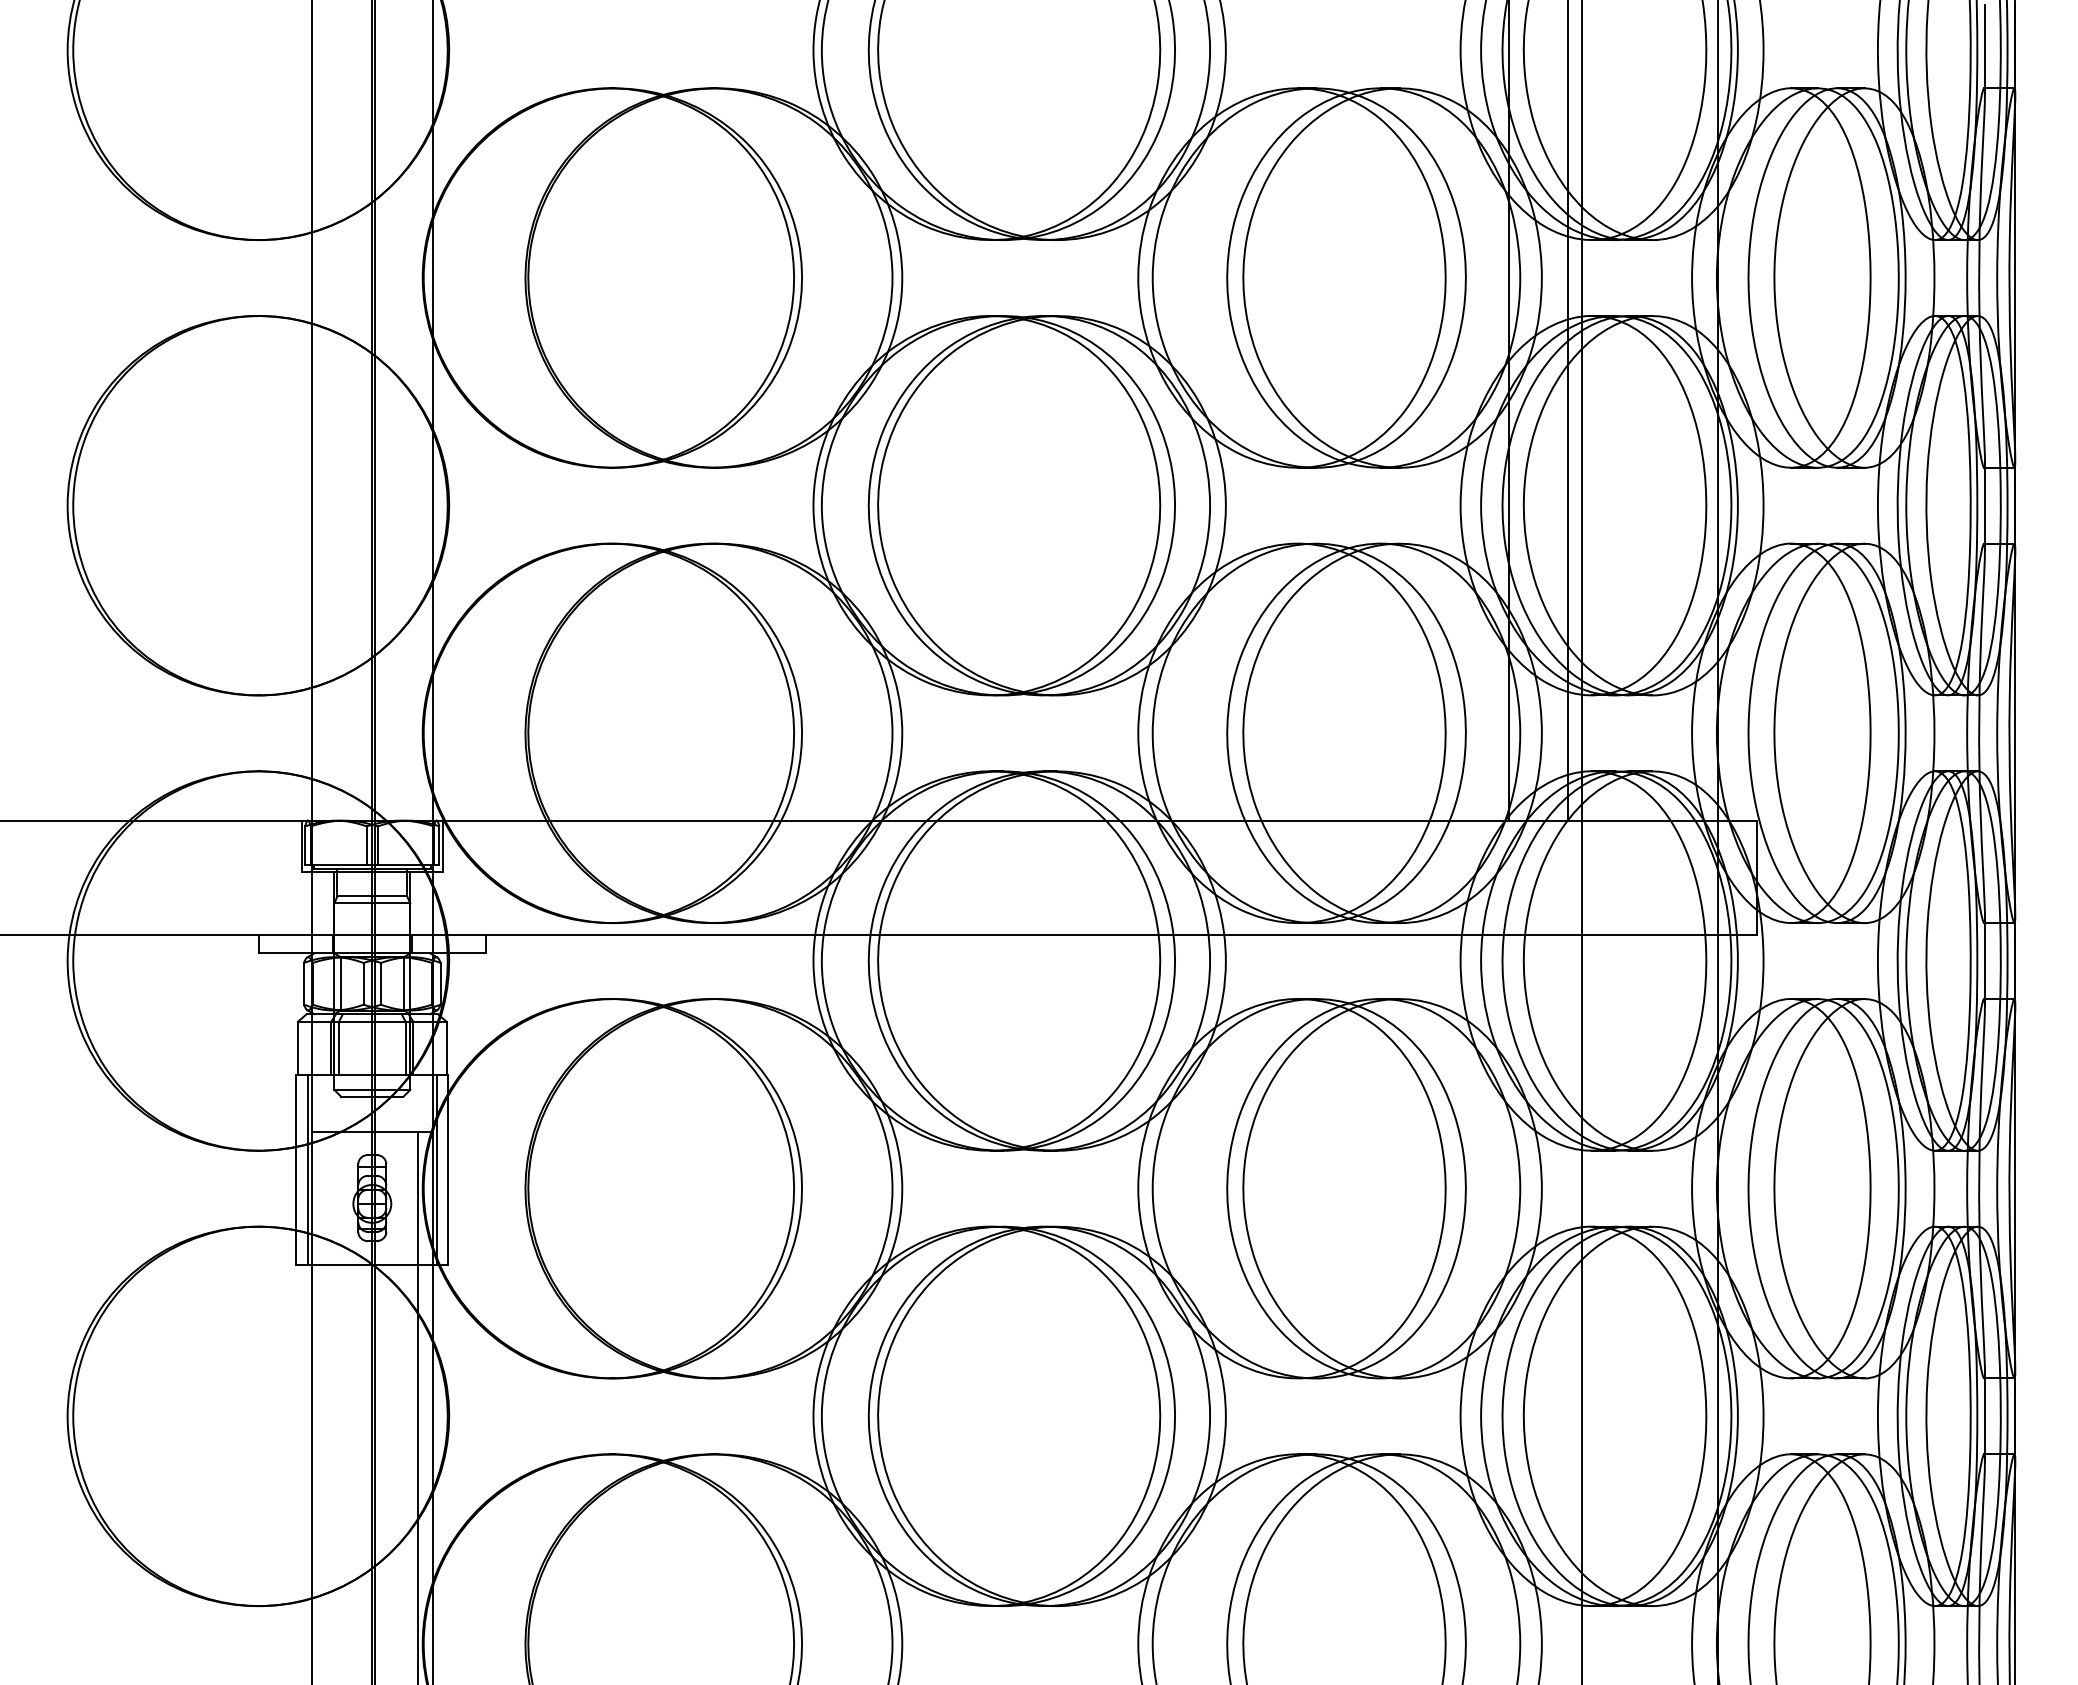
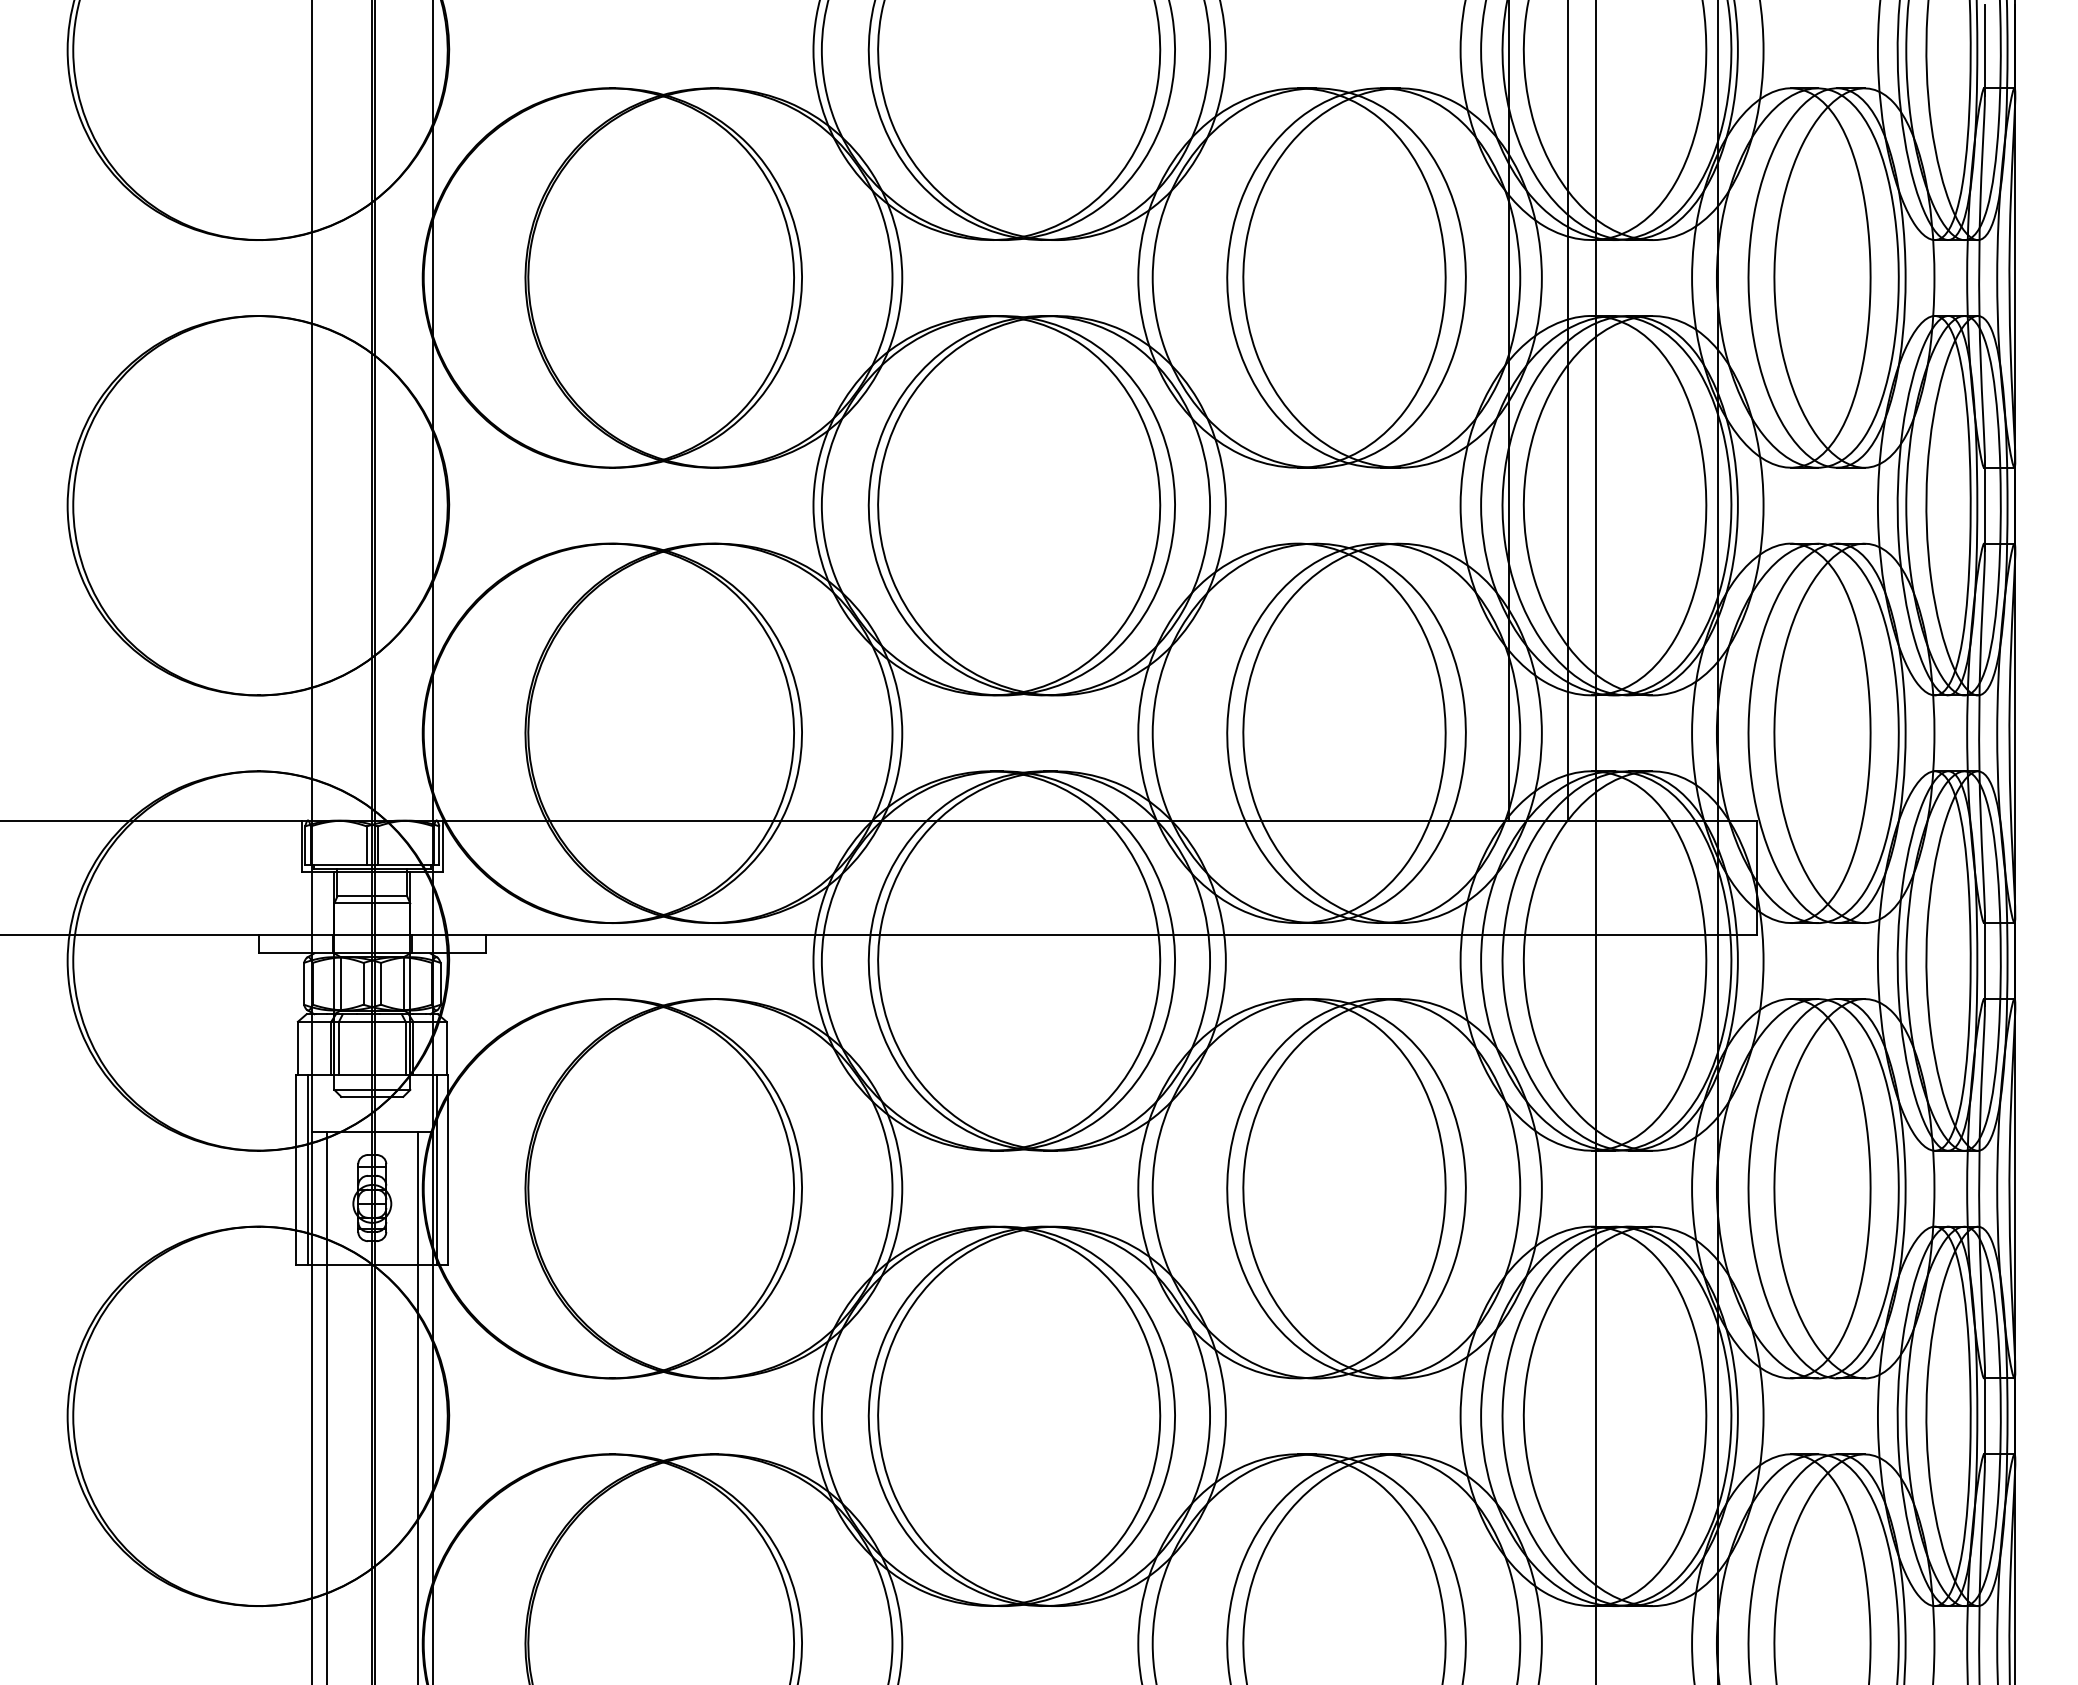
line at (1582, 841) position: (1582, 841) -> (1596, 841)
line at (326, 1406): none -> present
